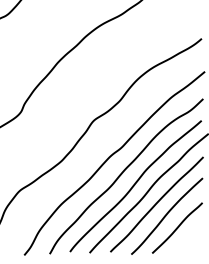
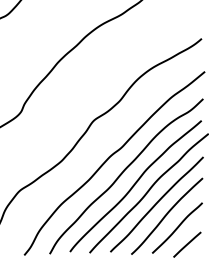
line at (187, 244): none -> present
